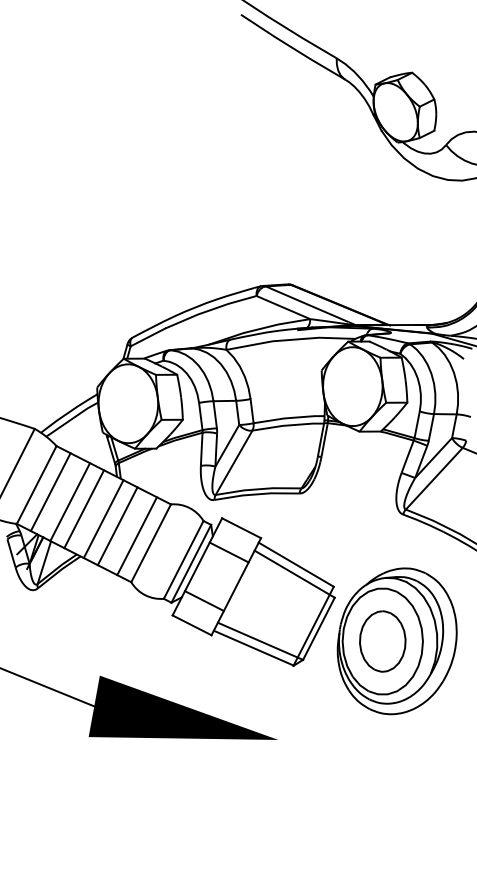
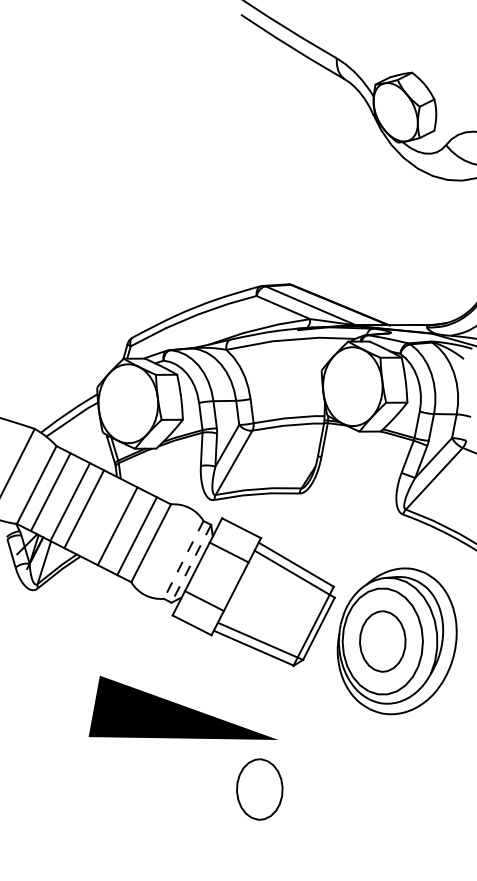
line at (103, 519): present -> none
line at (183, 559): solid -> dashed
line at (191, 563): solid -> dashed
line at (48, 687): present -> none
part at (259, 789): none -> present
